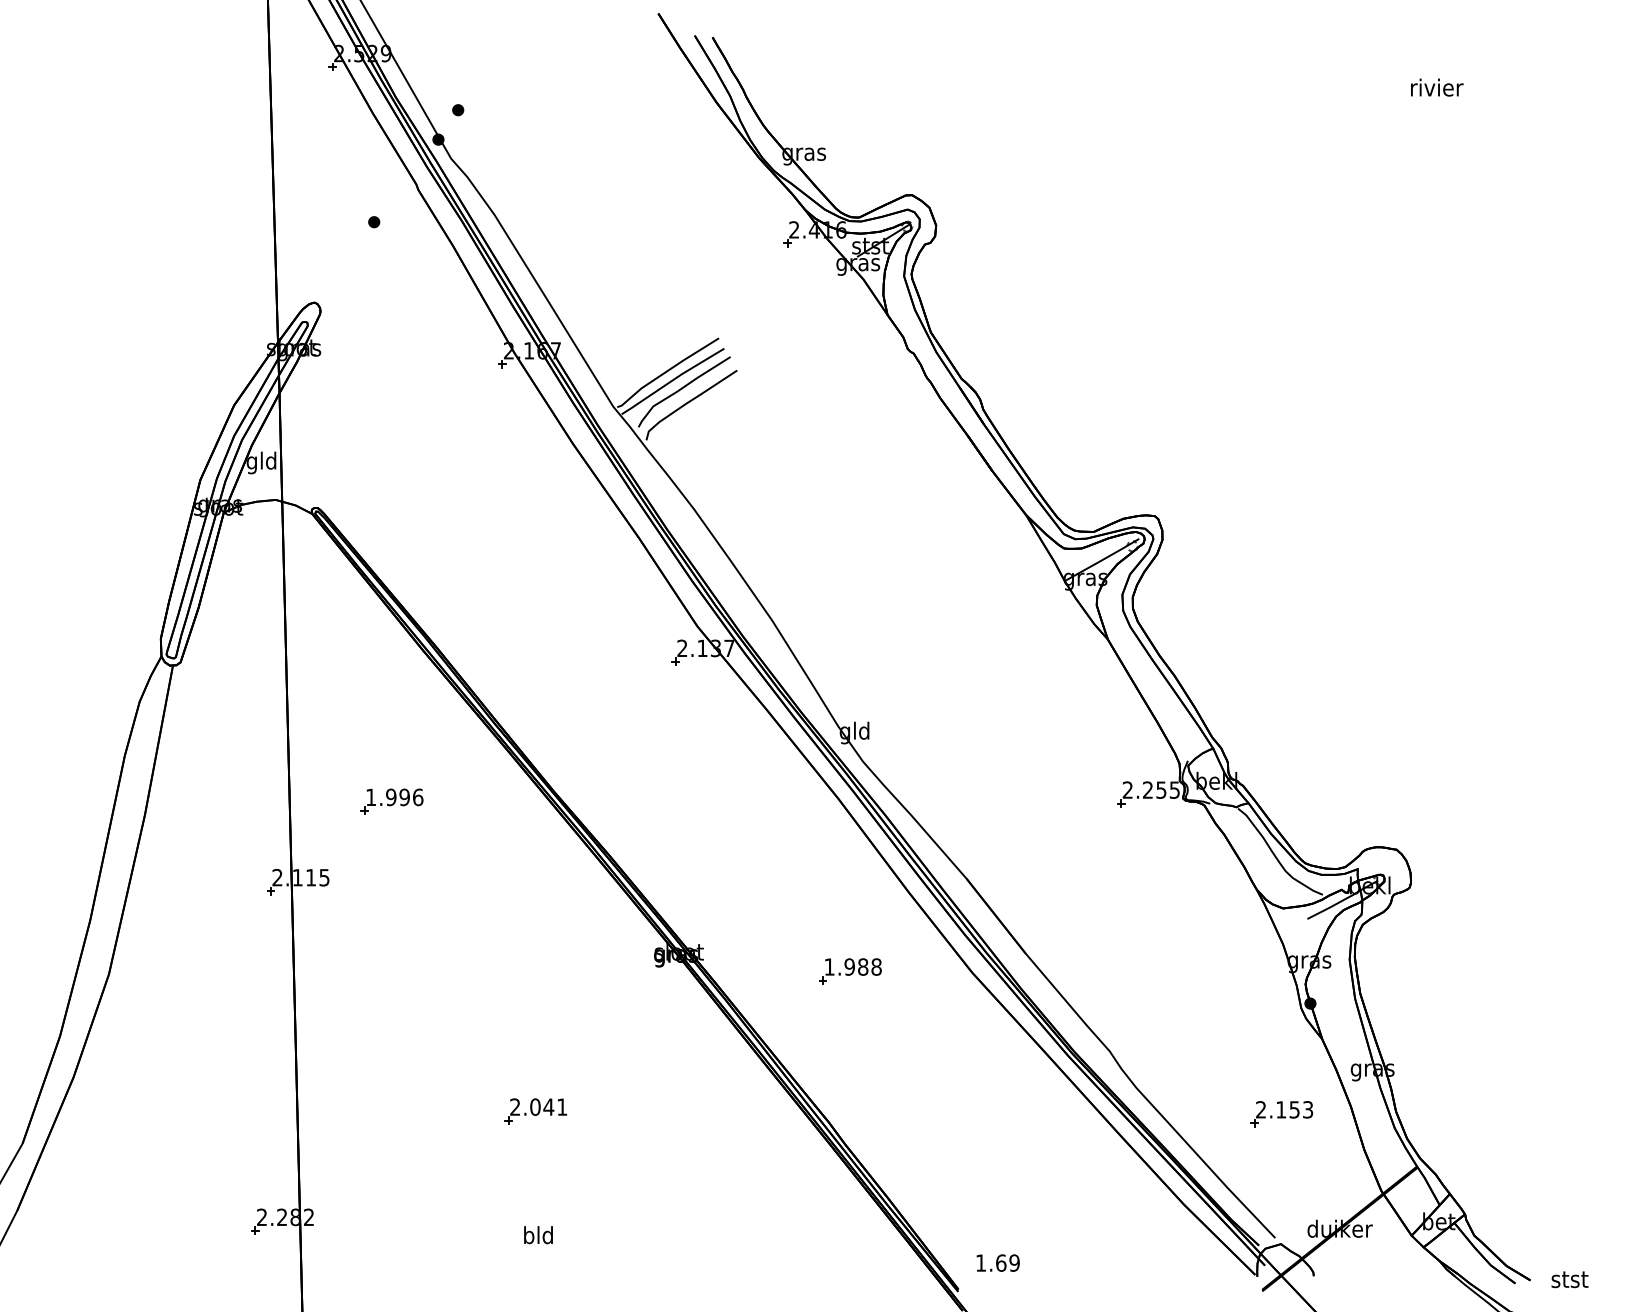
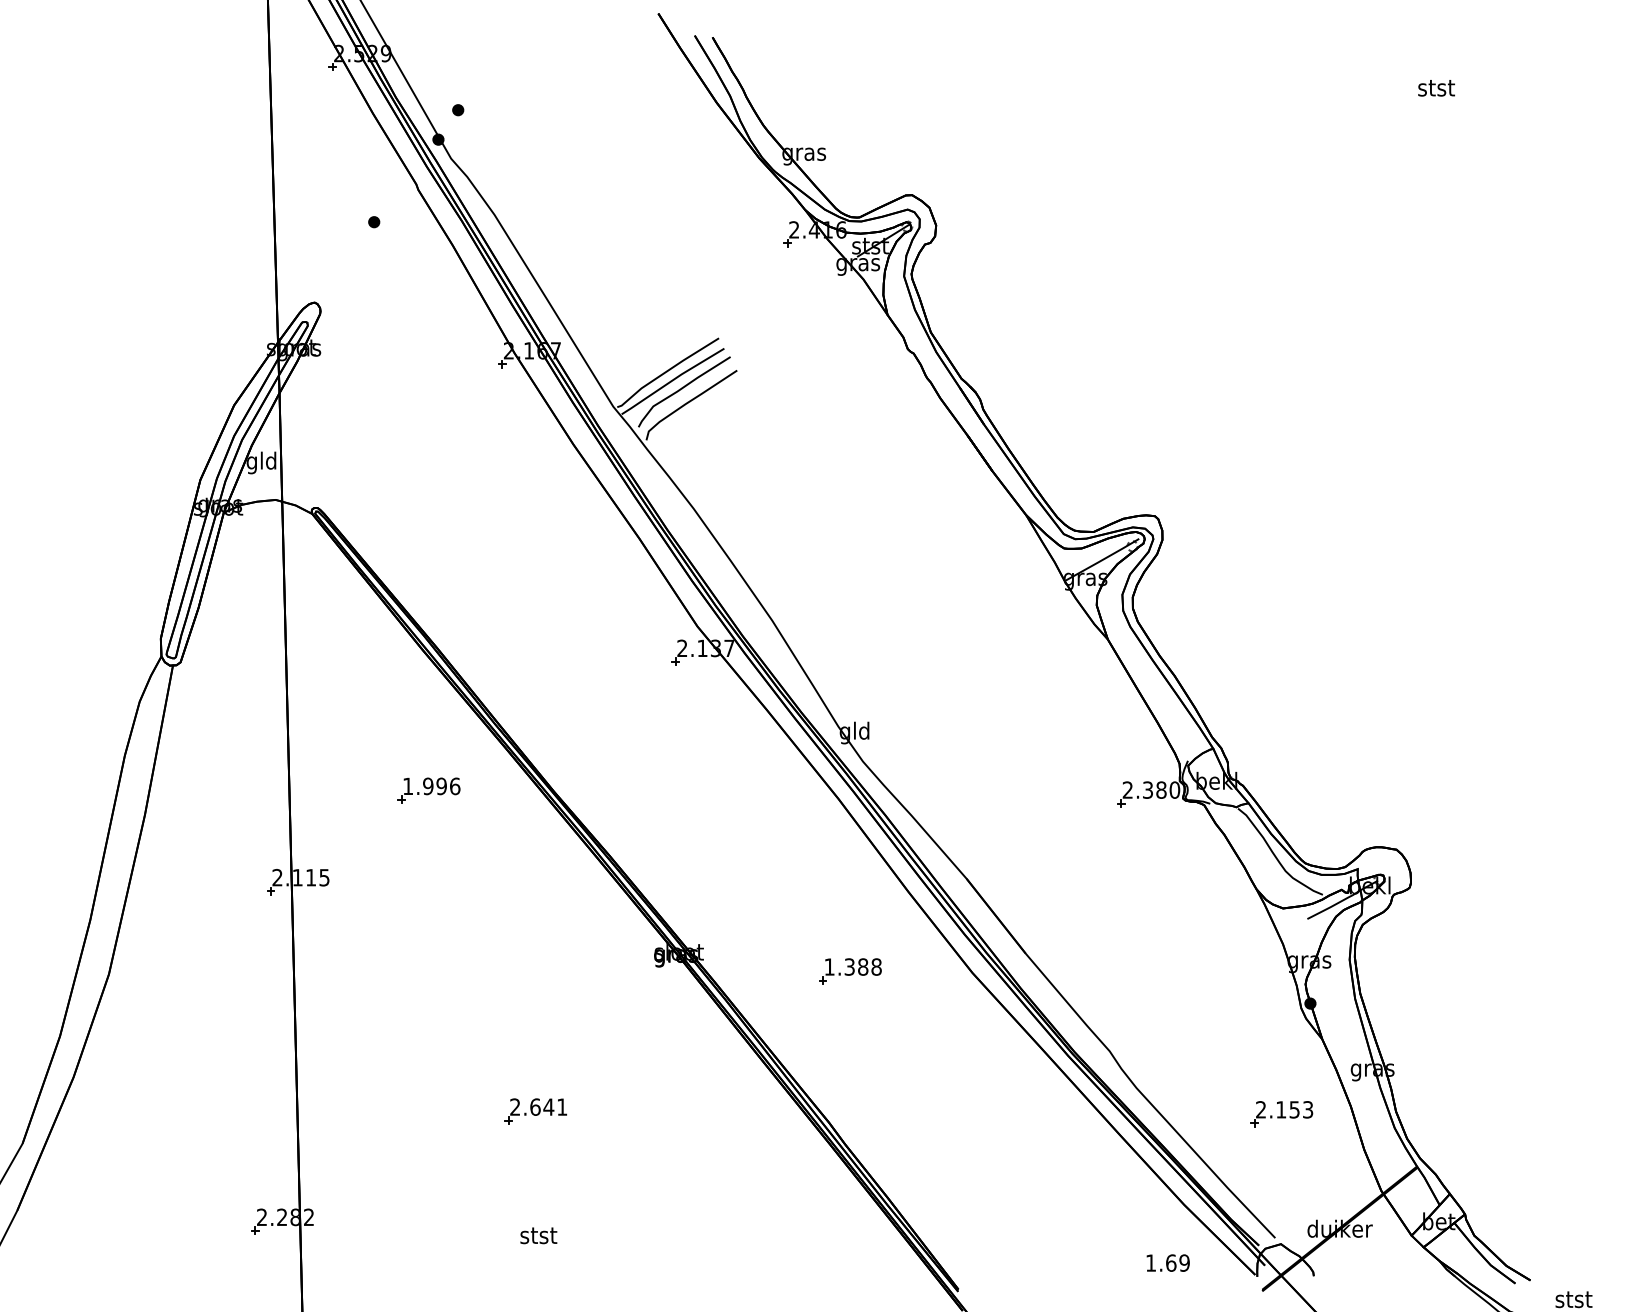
text at (1437, 87): rivier -> stst
text at (1161, 789): 2.255 -> 2.380
part at (391, 801) position: (391, 801) -> (428, 790)
text at (849, 966): 1.988 -> 1.388
text at (535, 1106): 2.041 -> 2.641
text at (538, 1235): bld -> stst
text at (997, 1262) position: (997, 1262) -> (1167, 1262)
text at (1569, 1279) position: (1569, 1279) -> (1573, 1299)
